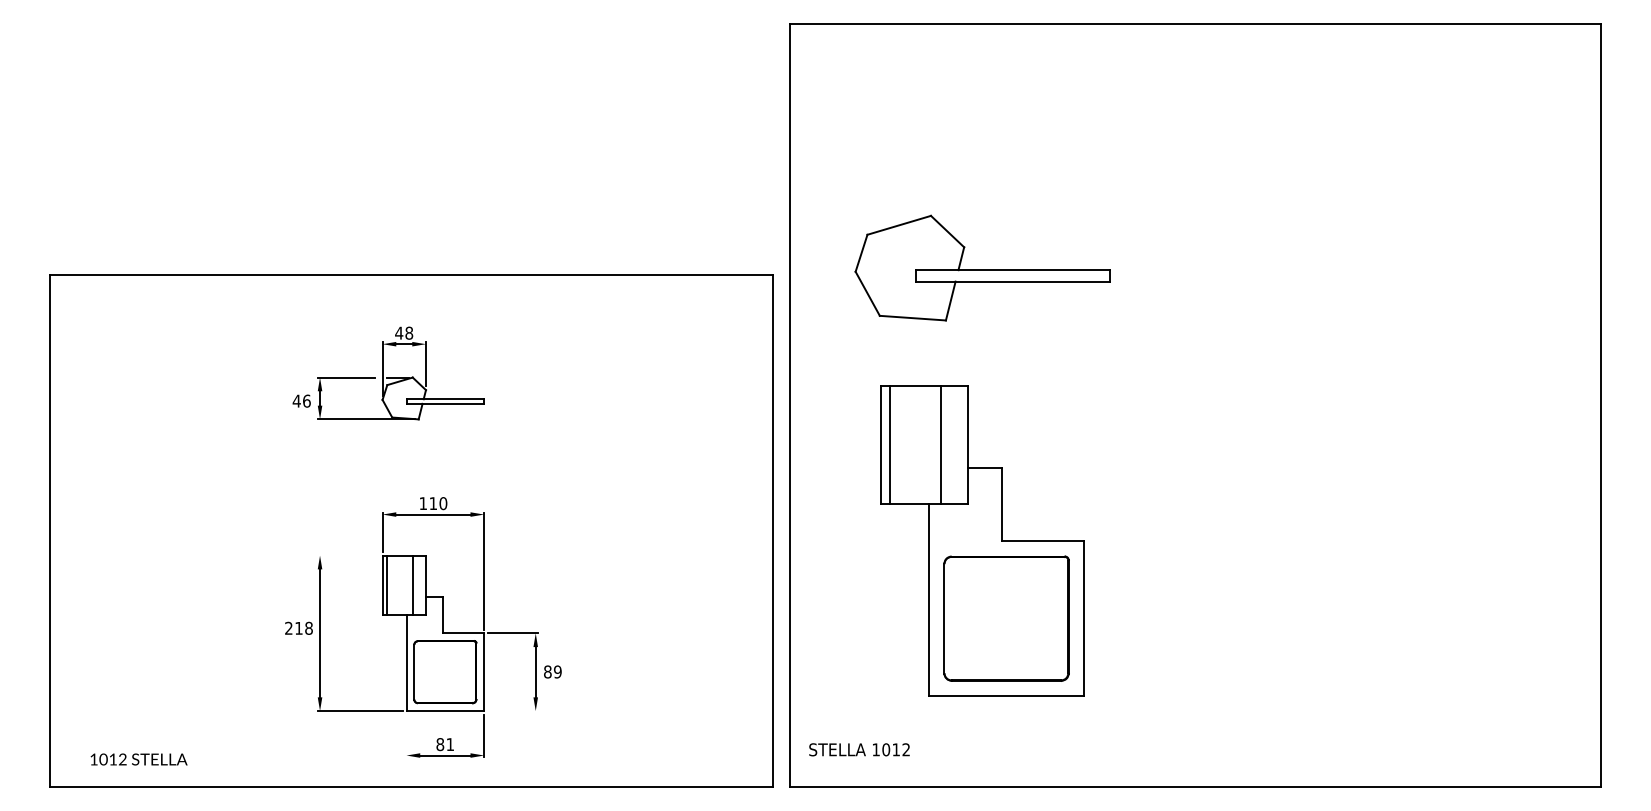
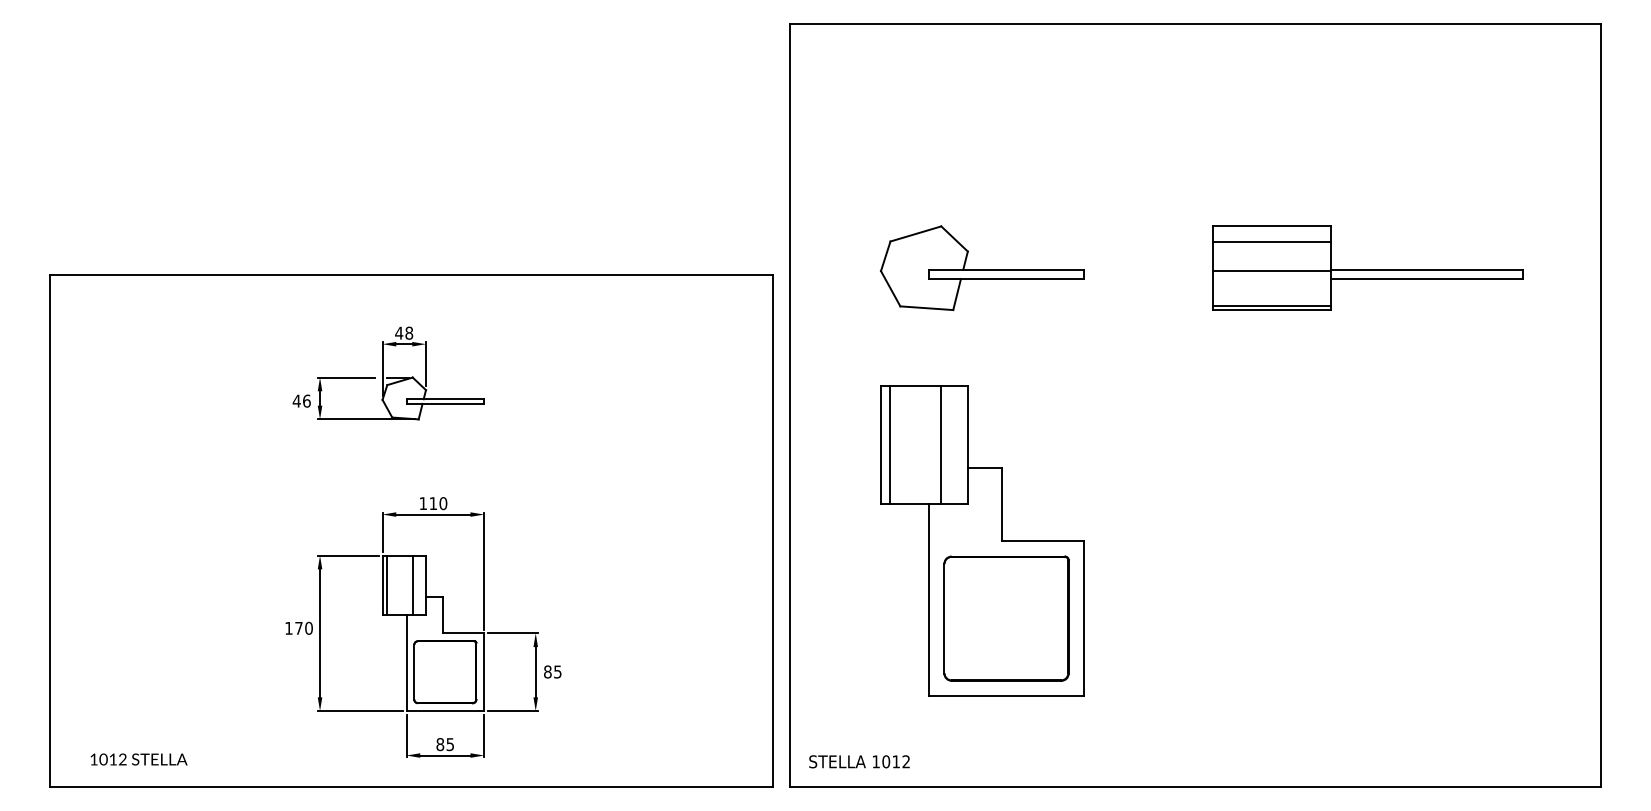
part at (982, 267) size: 257x108 px -> 205x87 px
part at (1367, 267): none -> present
line at (348, 555): none -> present
text at (298, 627): 218 -> 170
text at (557, 671): 89 -> 85
line at (512, 711): none -> present
line at (406, 735): none -> present
text at (449, 744): 81 -> 85
text at (859, 749) position: (859, 749) -> (859, 761)
